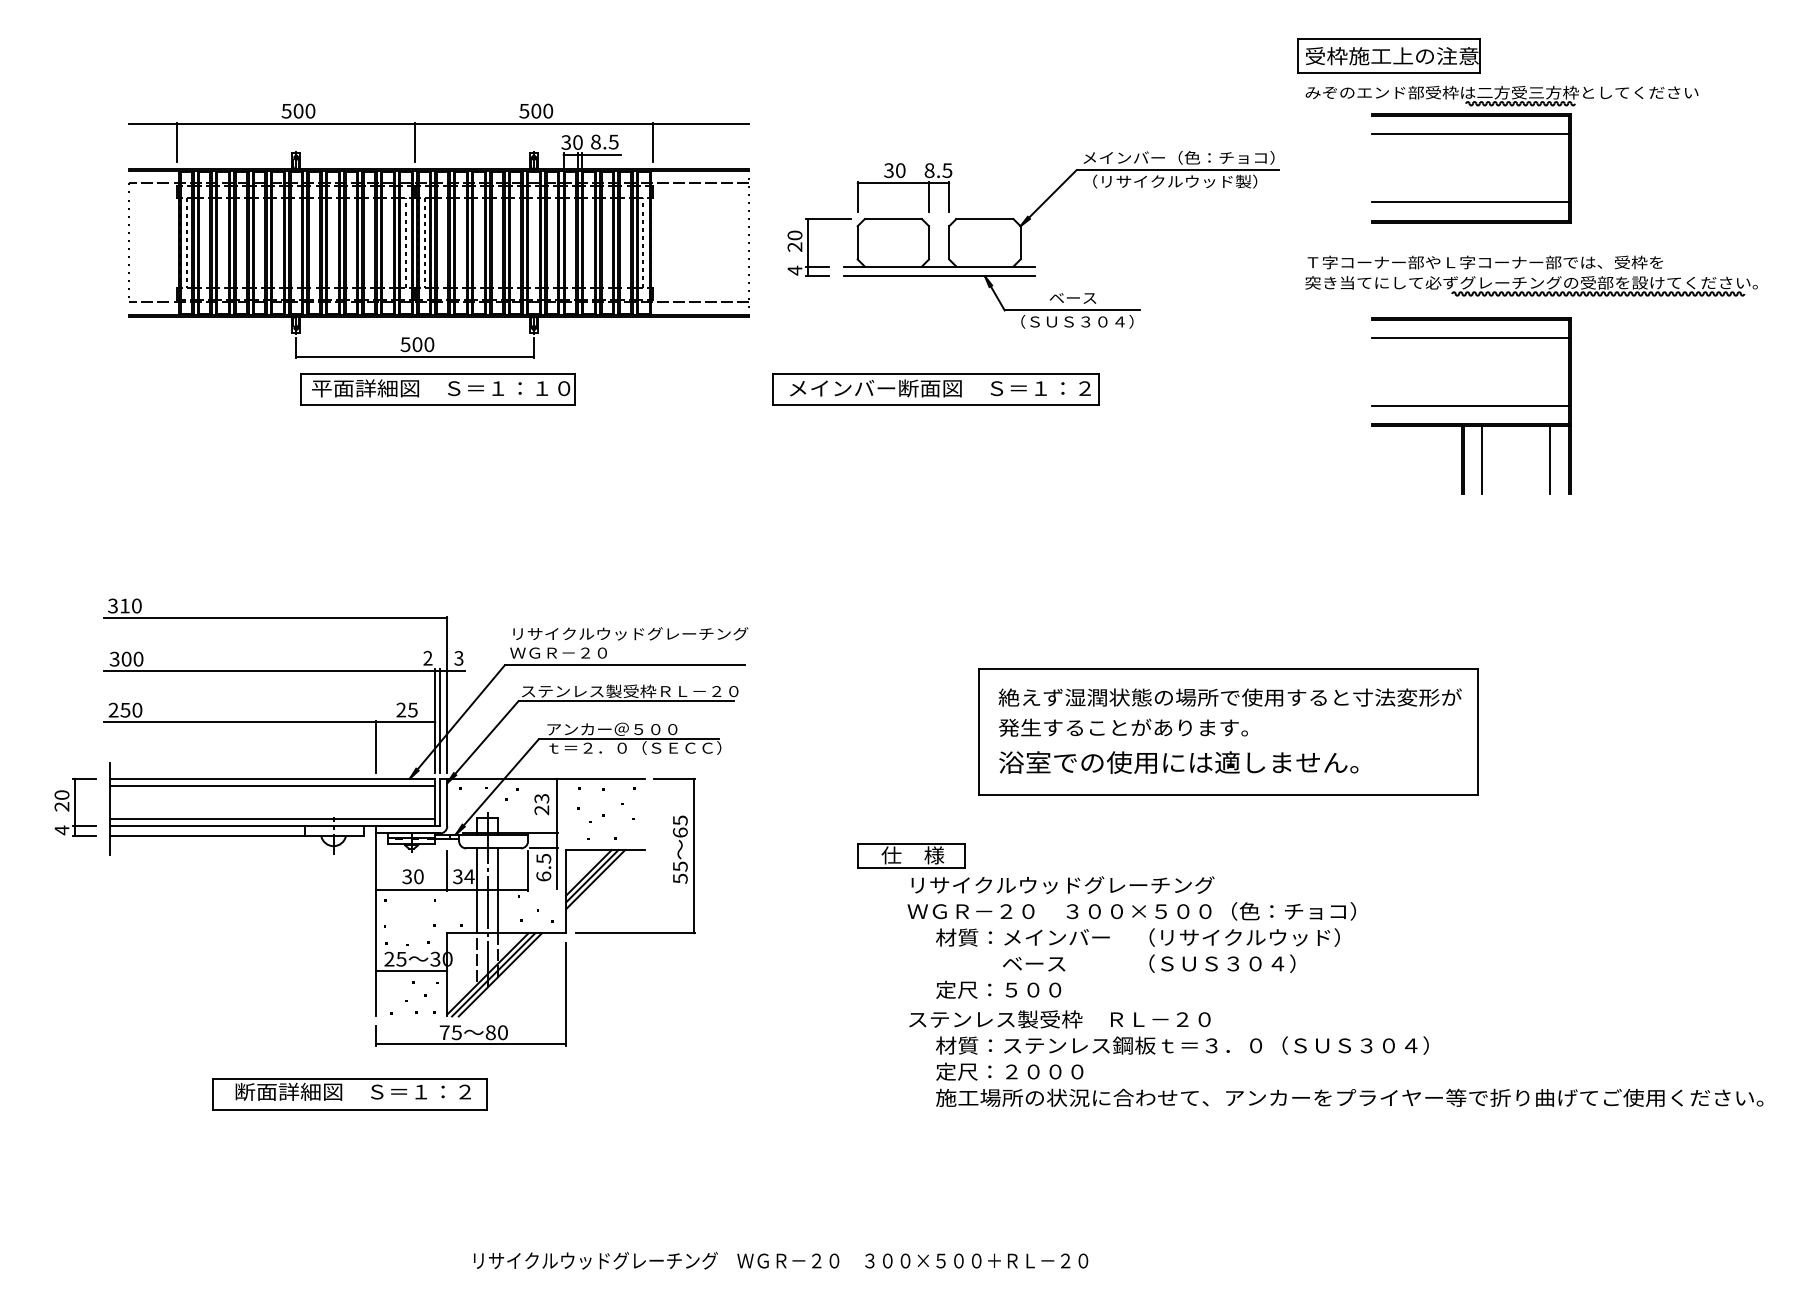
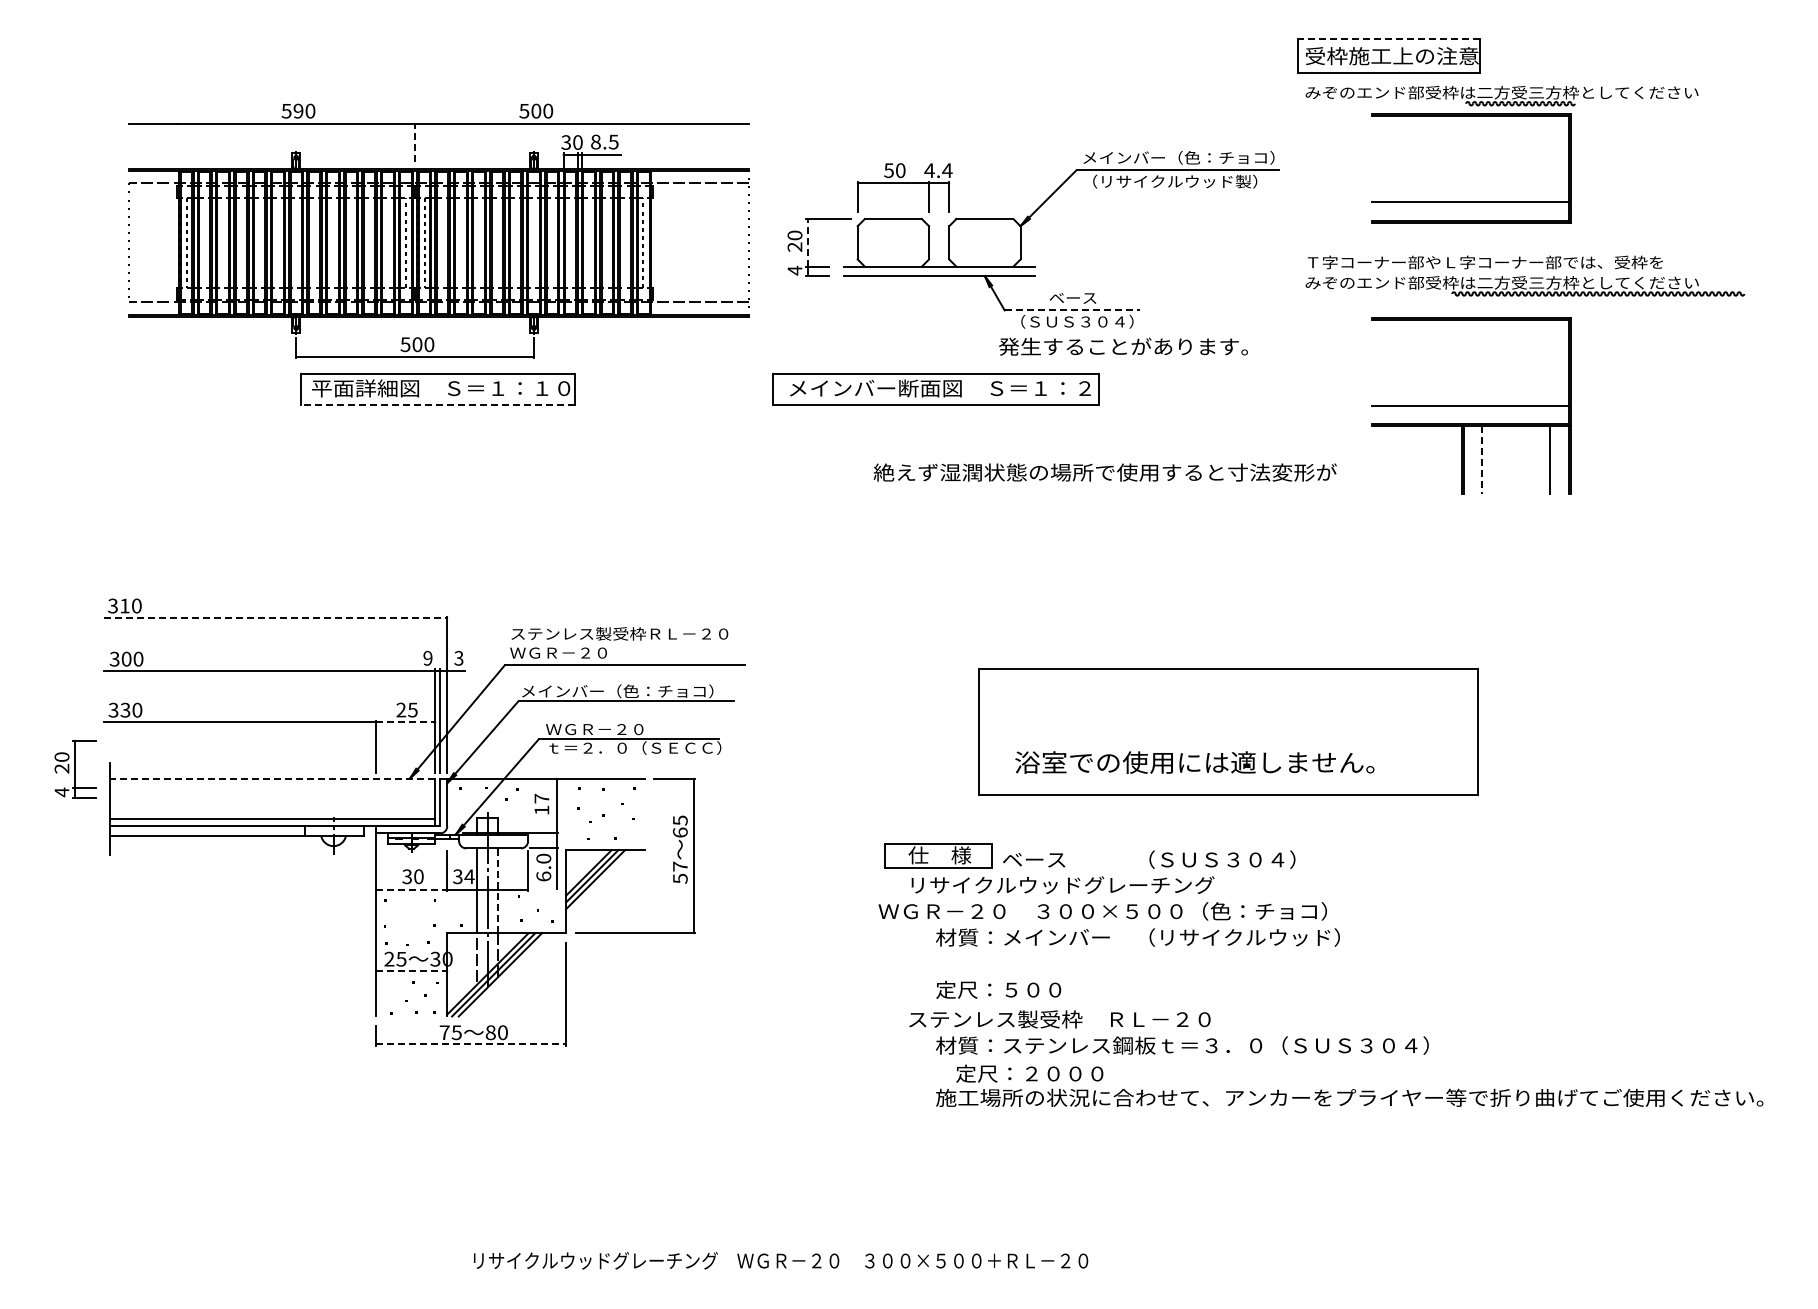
line at (1388, 39): solid -> dashed
text at (298, 110): 500 -> 590
line at (1470, 134): present -> none
line at (177, 142): present -> none
line at (415, 142): solid -> dashed
line at (652, 142): present -> none
text at (888, 170): 30 -> 50
text at (938, 170): 8.5 -> 4.4
line at (807, 242): solid -> dashed
text at (1531, 282): 突き当てにして必ずグレーチングの受部を設けてください。 -> みぞのエンド部受枠は二方受三方枠としてください
line at (1072, 310): solid -> dashed
line at (1470, 338): present -> none
line at (437, 404): solid -> dashed
line at (1482, 460): solid -> dashed
line at (275, 618): solid -> dashed
text at (629, 633): リサイクルウッドグレーチング -> ステンレス製受枠ＲＬ－２０
text at (427, 658): 2 -> 9
text at (630, 691): ステンレス製受枠ＲＬ－２０ -> メインバー（色：チョコ）
text at (1229, 697) position: (1229, 697) -> (1104, 472)
text at (119, 709): 250 -> 330
line at (405, 722): solid -> dashed
text at (1123, 727) position: (1123, 727) -> (1123, 346)
text at (611, 728): アンカー＠５００ -> ＷＧＲ－２０
text at (1178, 762) position: (1178, 762) -> (1194, 762)
line at (272, 778): solid -> dashed
line at (272, 785): present -> none
text at (541, 804): 23 -> 17
part at (75, 806) position: (75, 806) -> (75, 768)
part at (911, 855) position: (911, 855) -> (938, 855)
text at (543, 858): 6.5 -> 6.0
text at (680, 866): 55 -> 57
line at (411, 889): solid -> dashed
line at (498, 890): solid -> dashed
text at (1131, 911) position: (1131, 911) -> (1102, 911)
text at (1149, 963) position: (1149, 963) -> (1149, 859)
line at (411, 971): solid -> dashed
line at (471, 1044): solid -> dashed
text at (1009, 1071) position: (1009, 1071) -> (1029, 1073)
part at (349, 1094): present -> none
